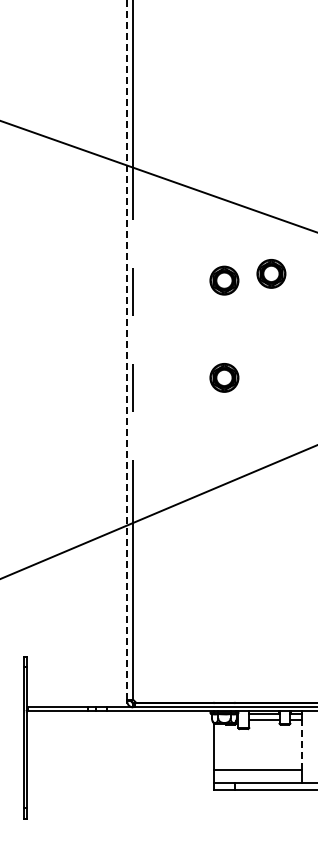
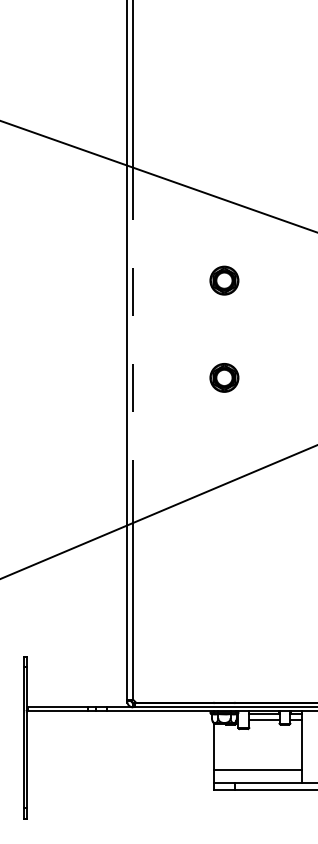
part at (271, 273): present -> none
line at (127, 350): dashed -> solid
line at (302, 745): dashed -> solid
